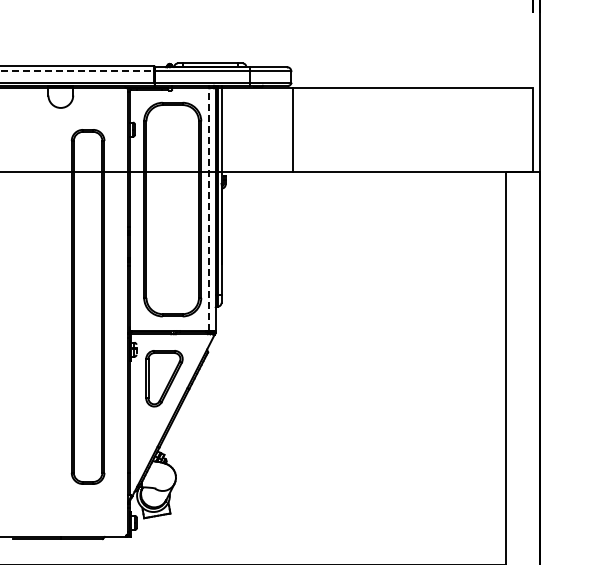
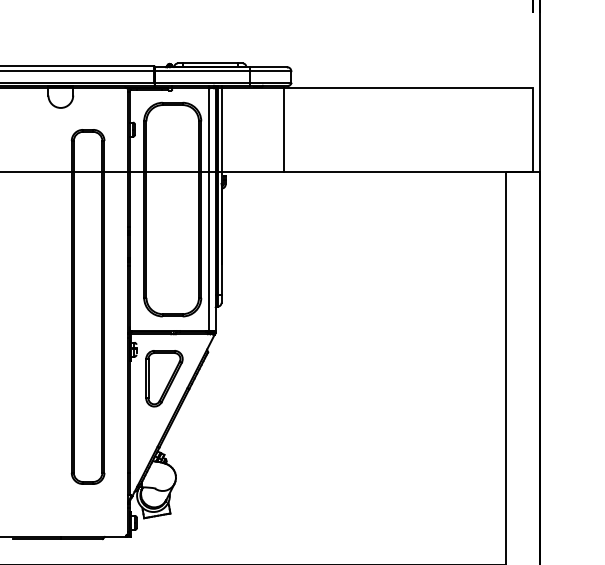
line at (77, 70): dashed -> solid
line at (292, 129) position: (292, 129) -> (283, 129)
line at (209, 209): dashed -> solid
